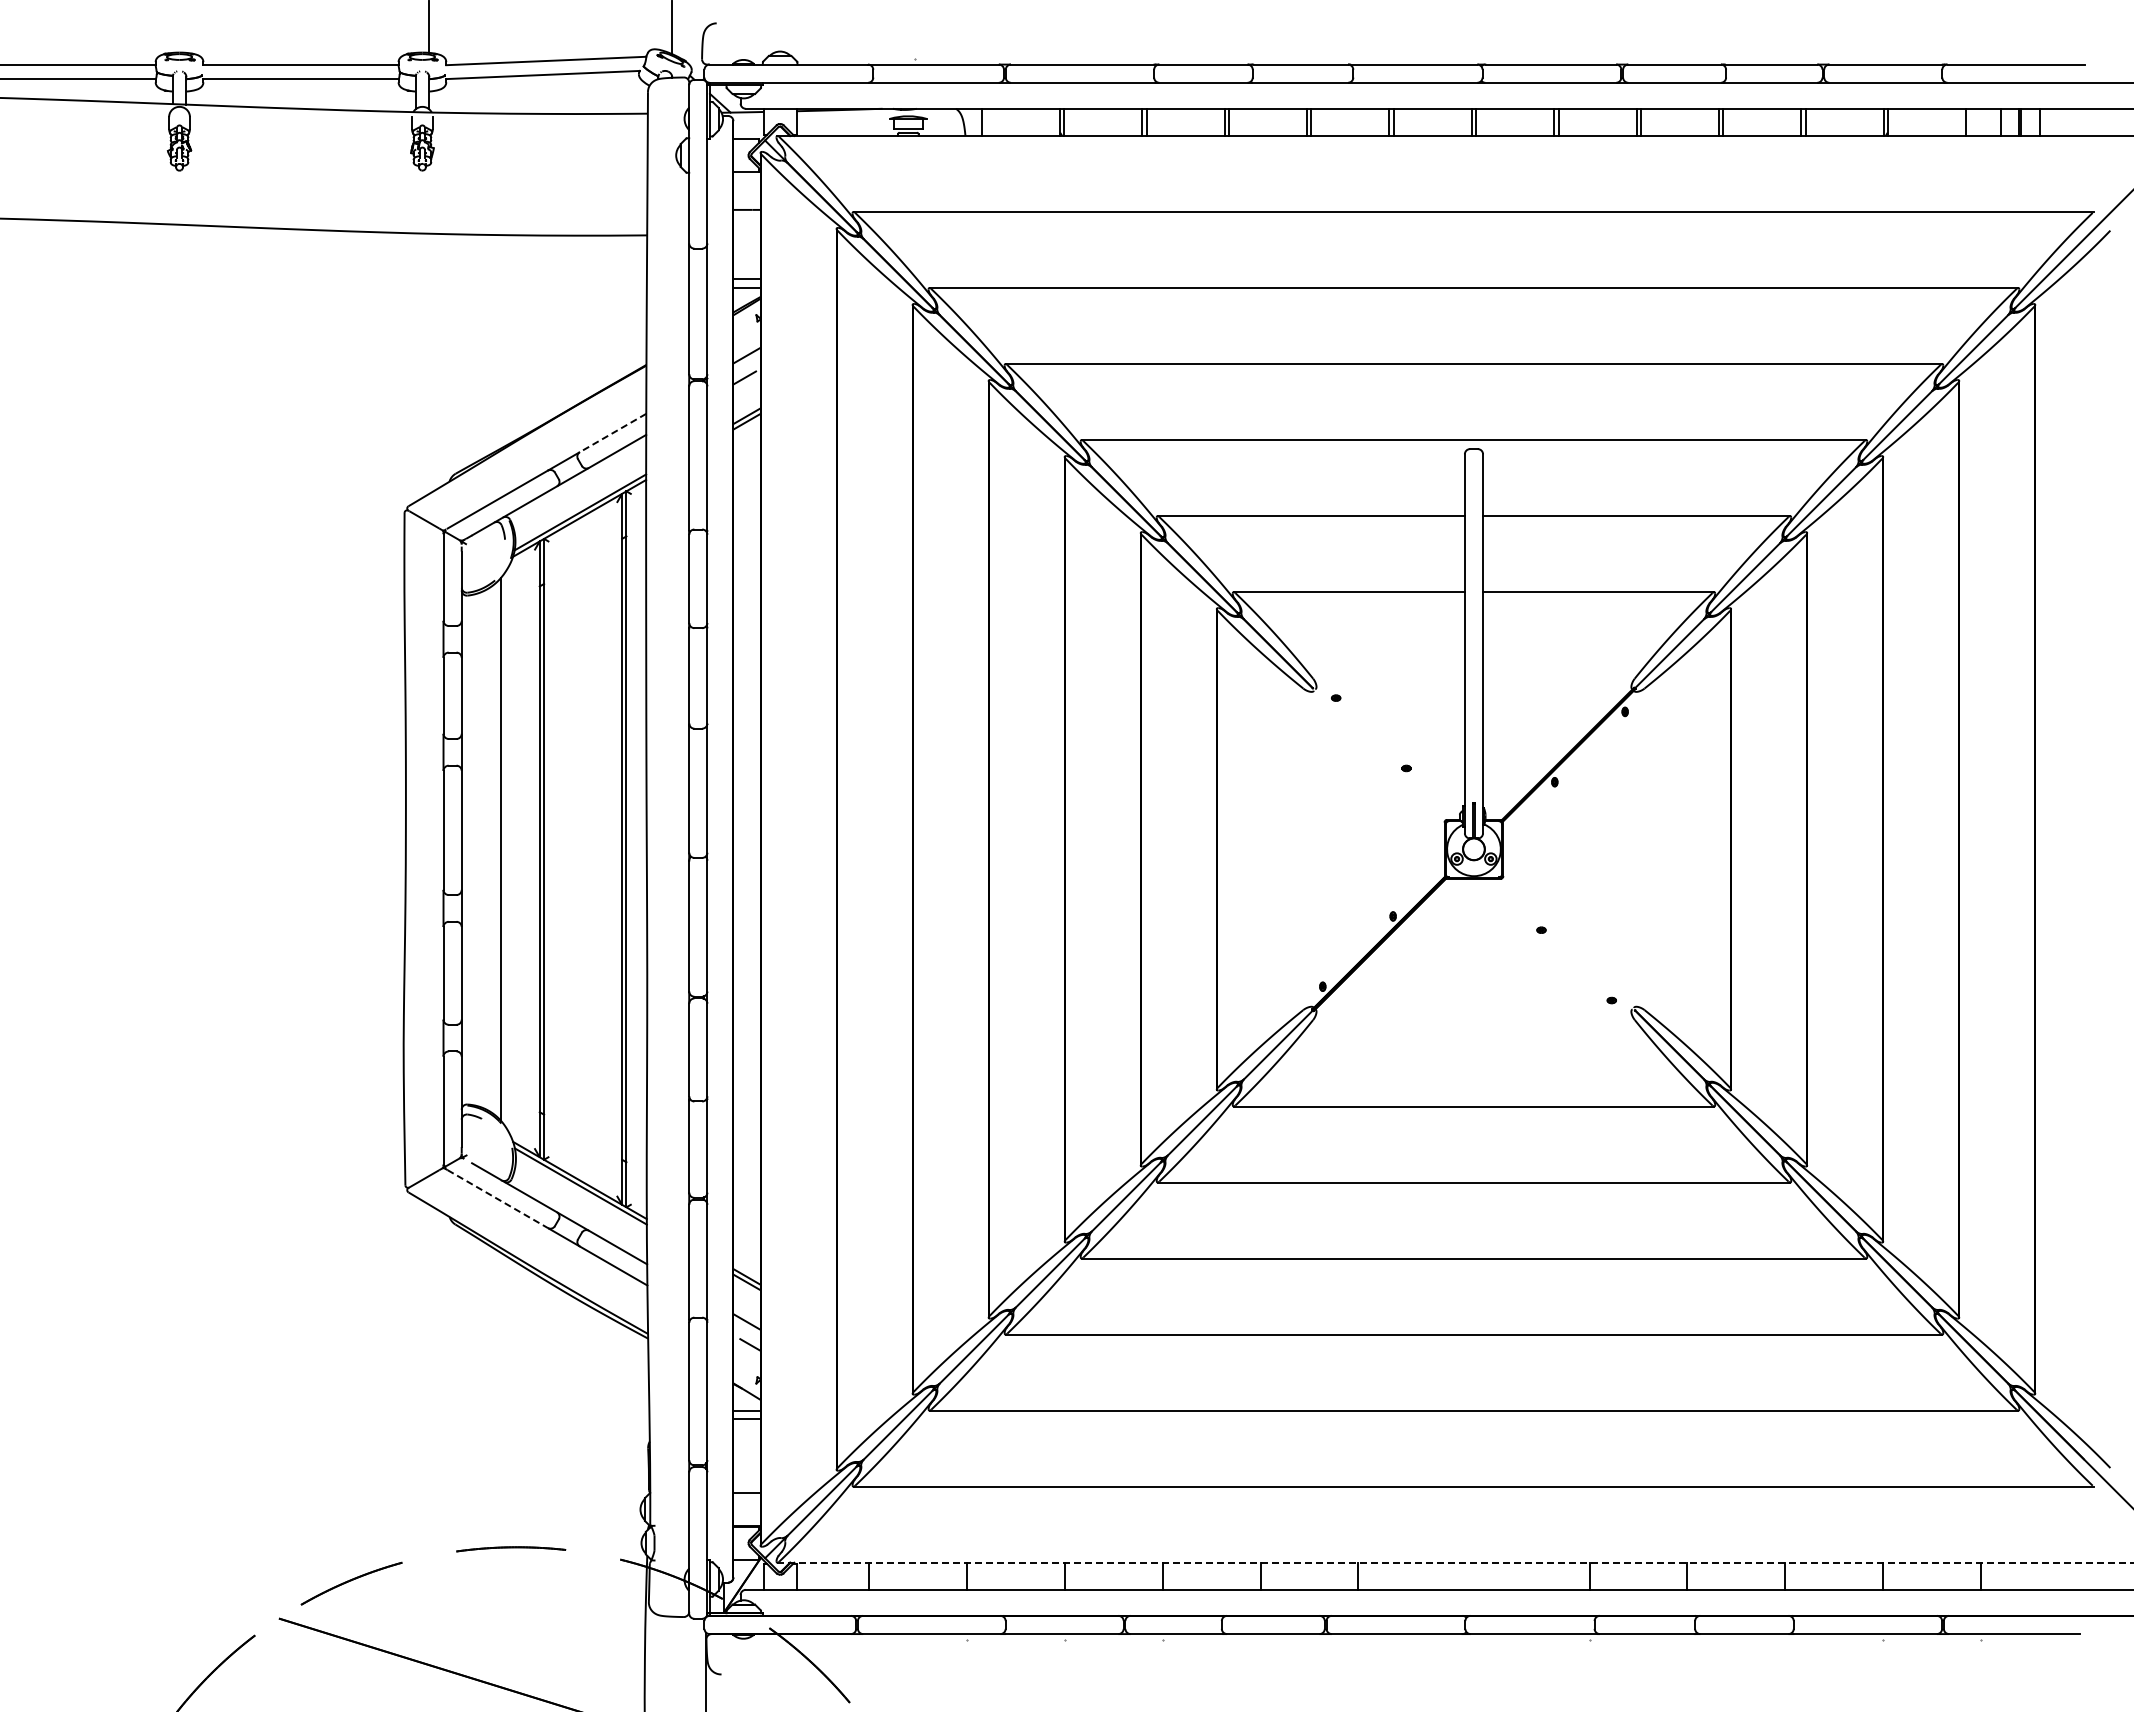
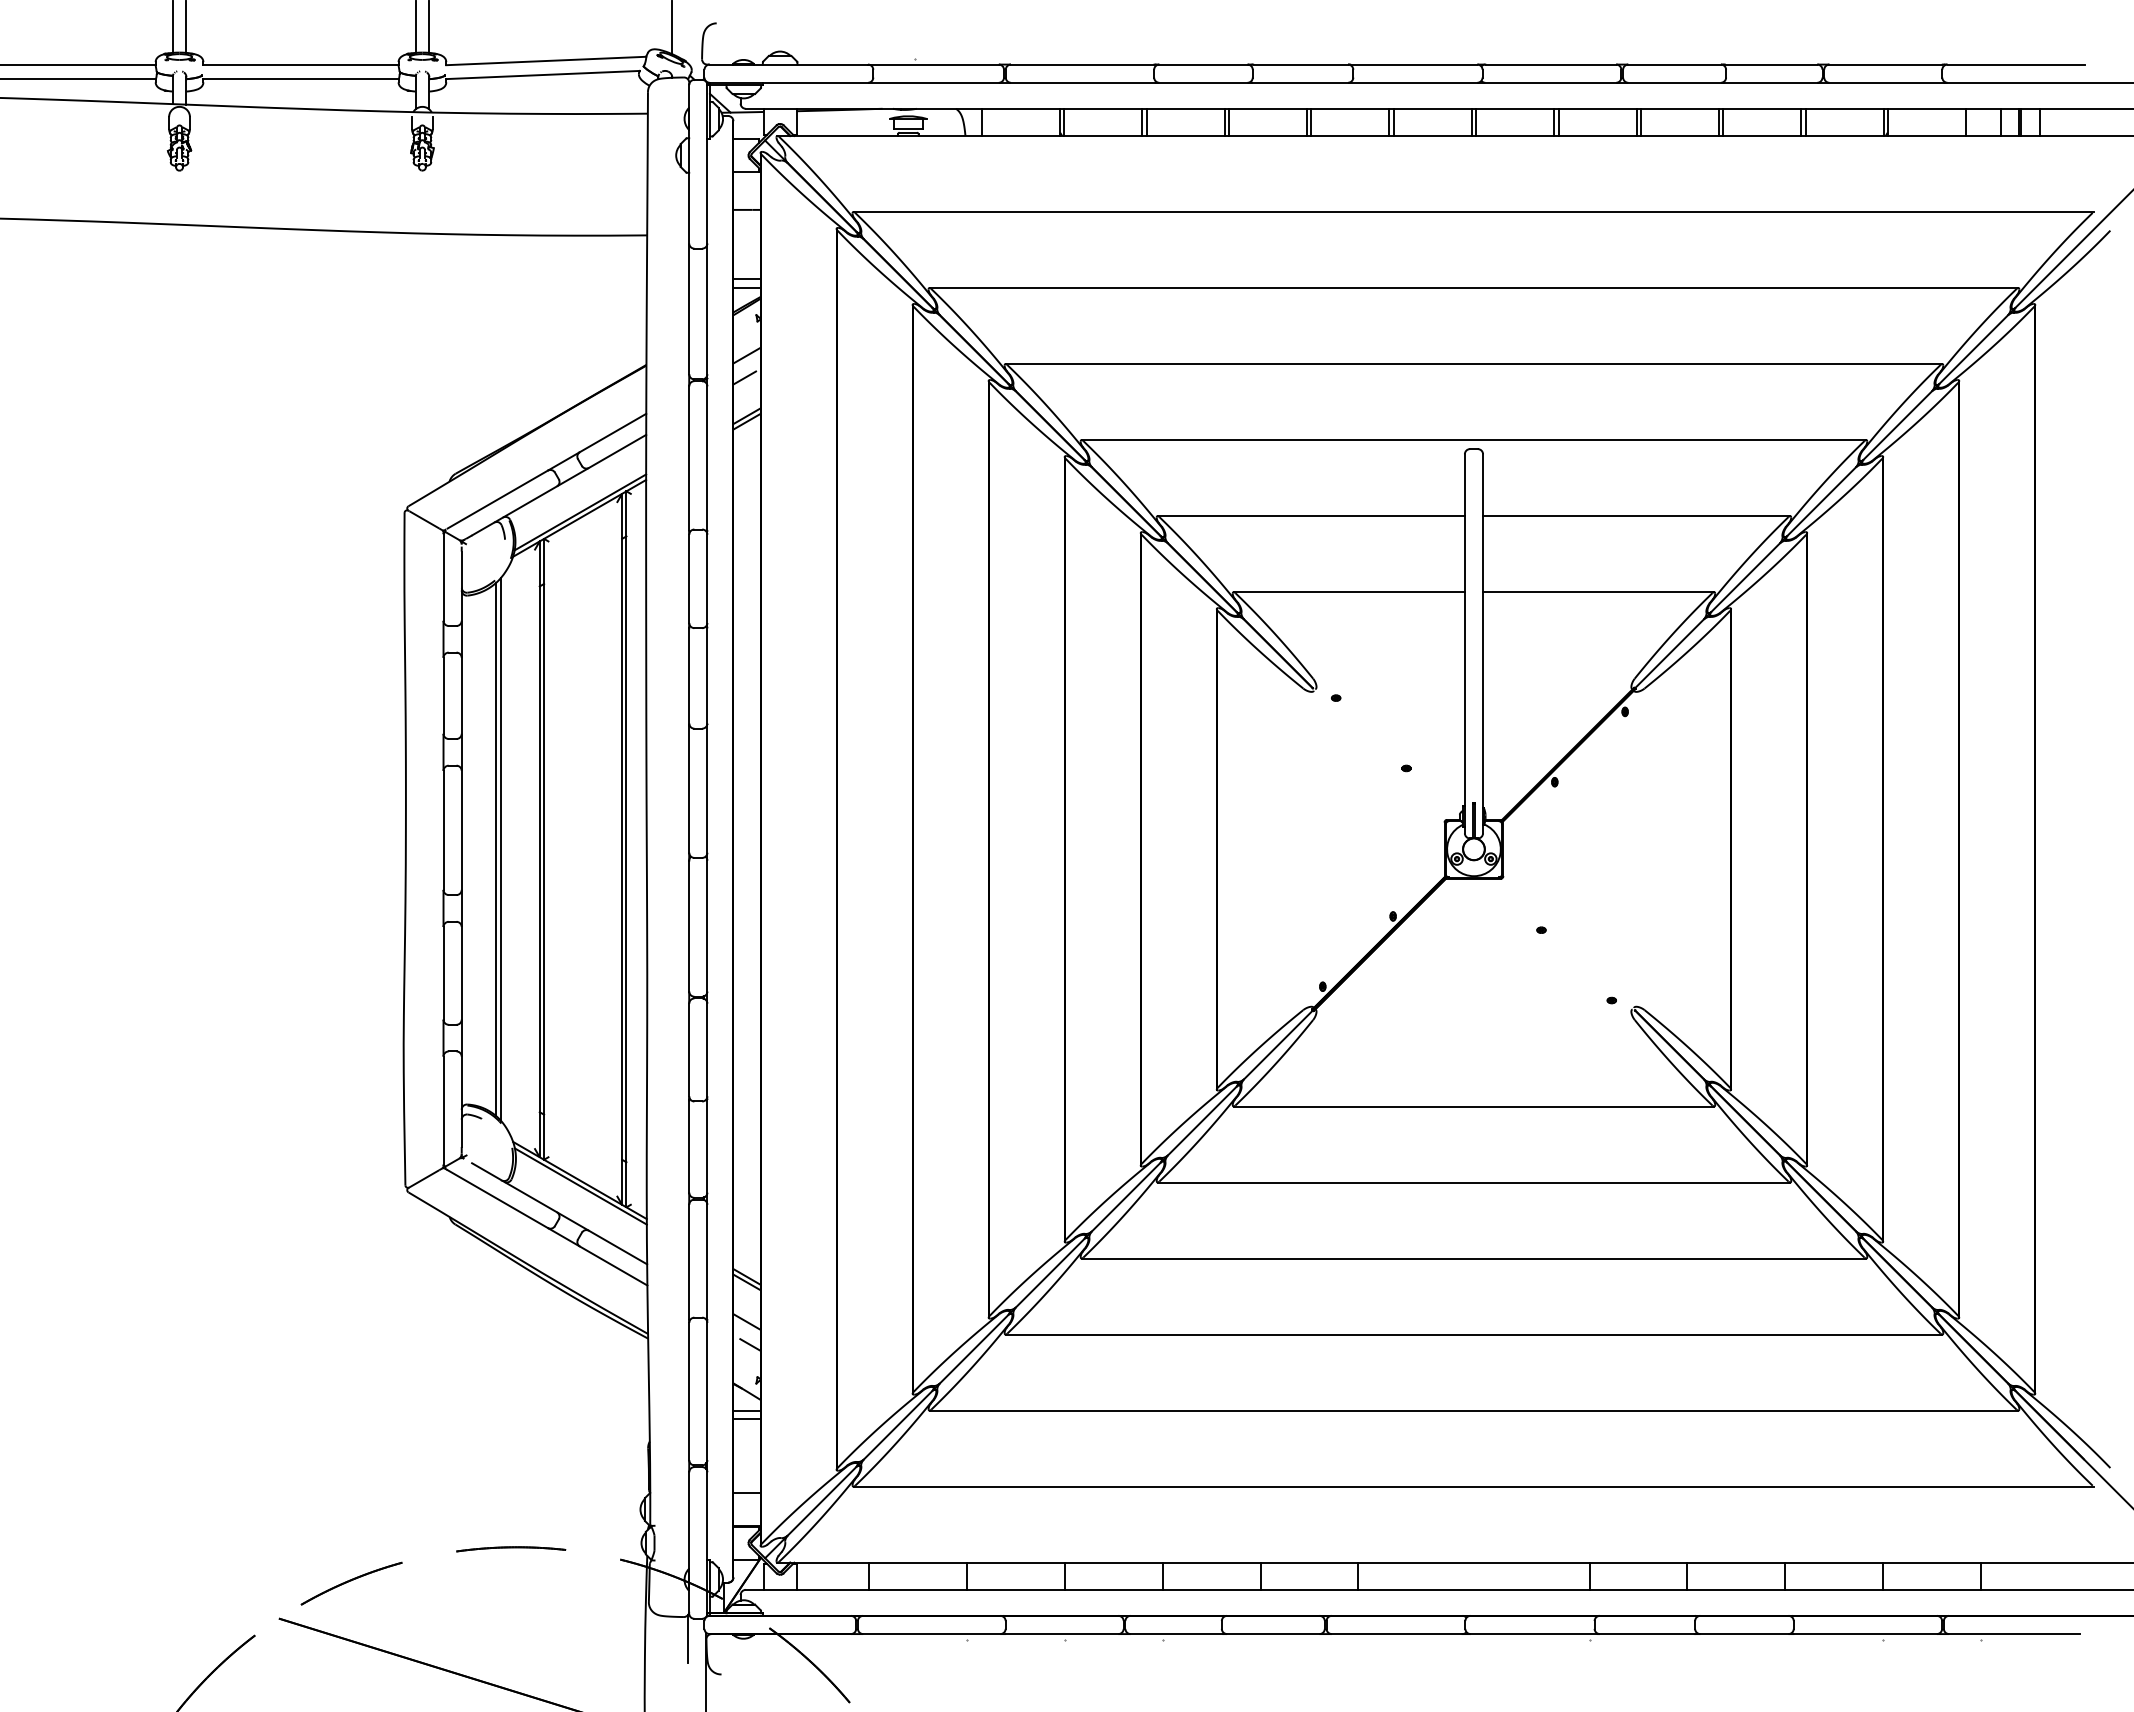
line at (172, 27): none -> present
line at (186, 27): none -> present
line at (415, 27): none -> present
line at (612, 433): dashed -> solid
line at (495, 849): none -> present
line at (497, 1199): dashed -> solid
line at (1455, 1562): dashed -> solid
line at (688, 1638): none -> present
